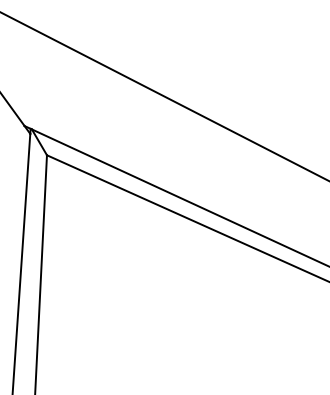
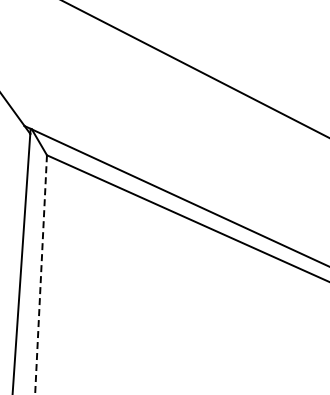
line at (164, 96) position: (164, 96) -> (195, 69)
line at (41, 275): solid -> dashed
